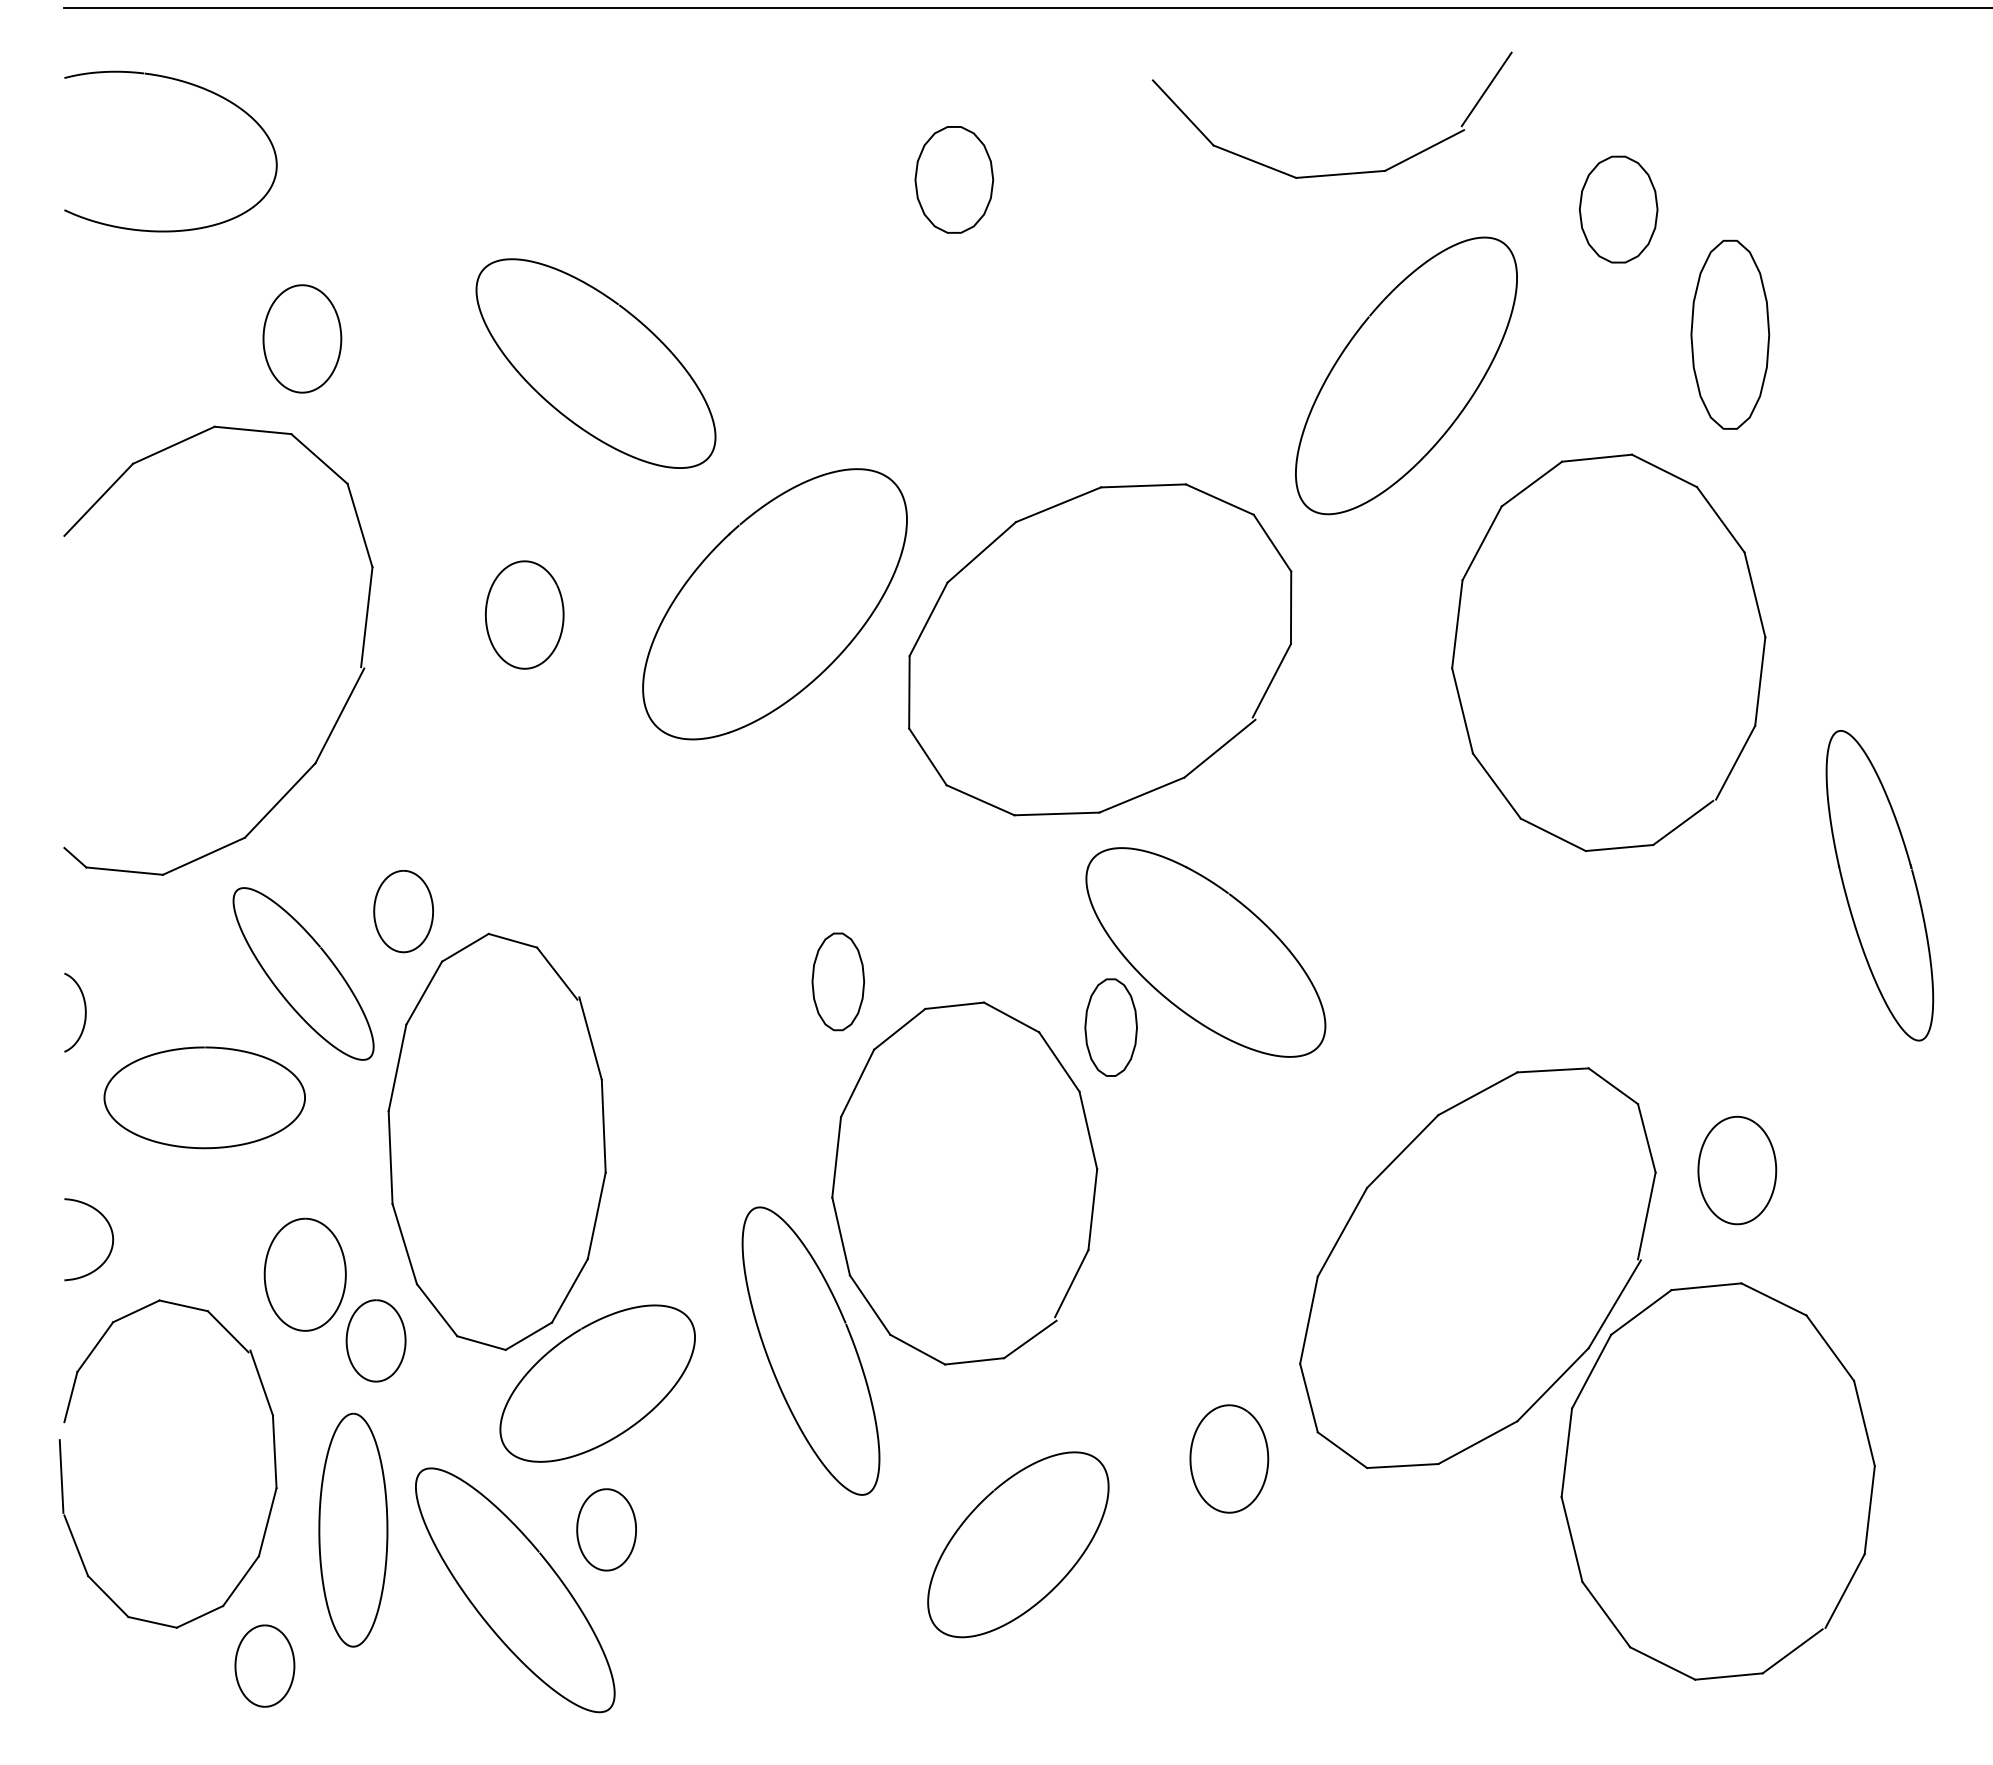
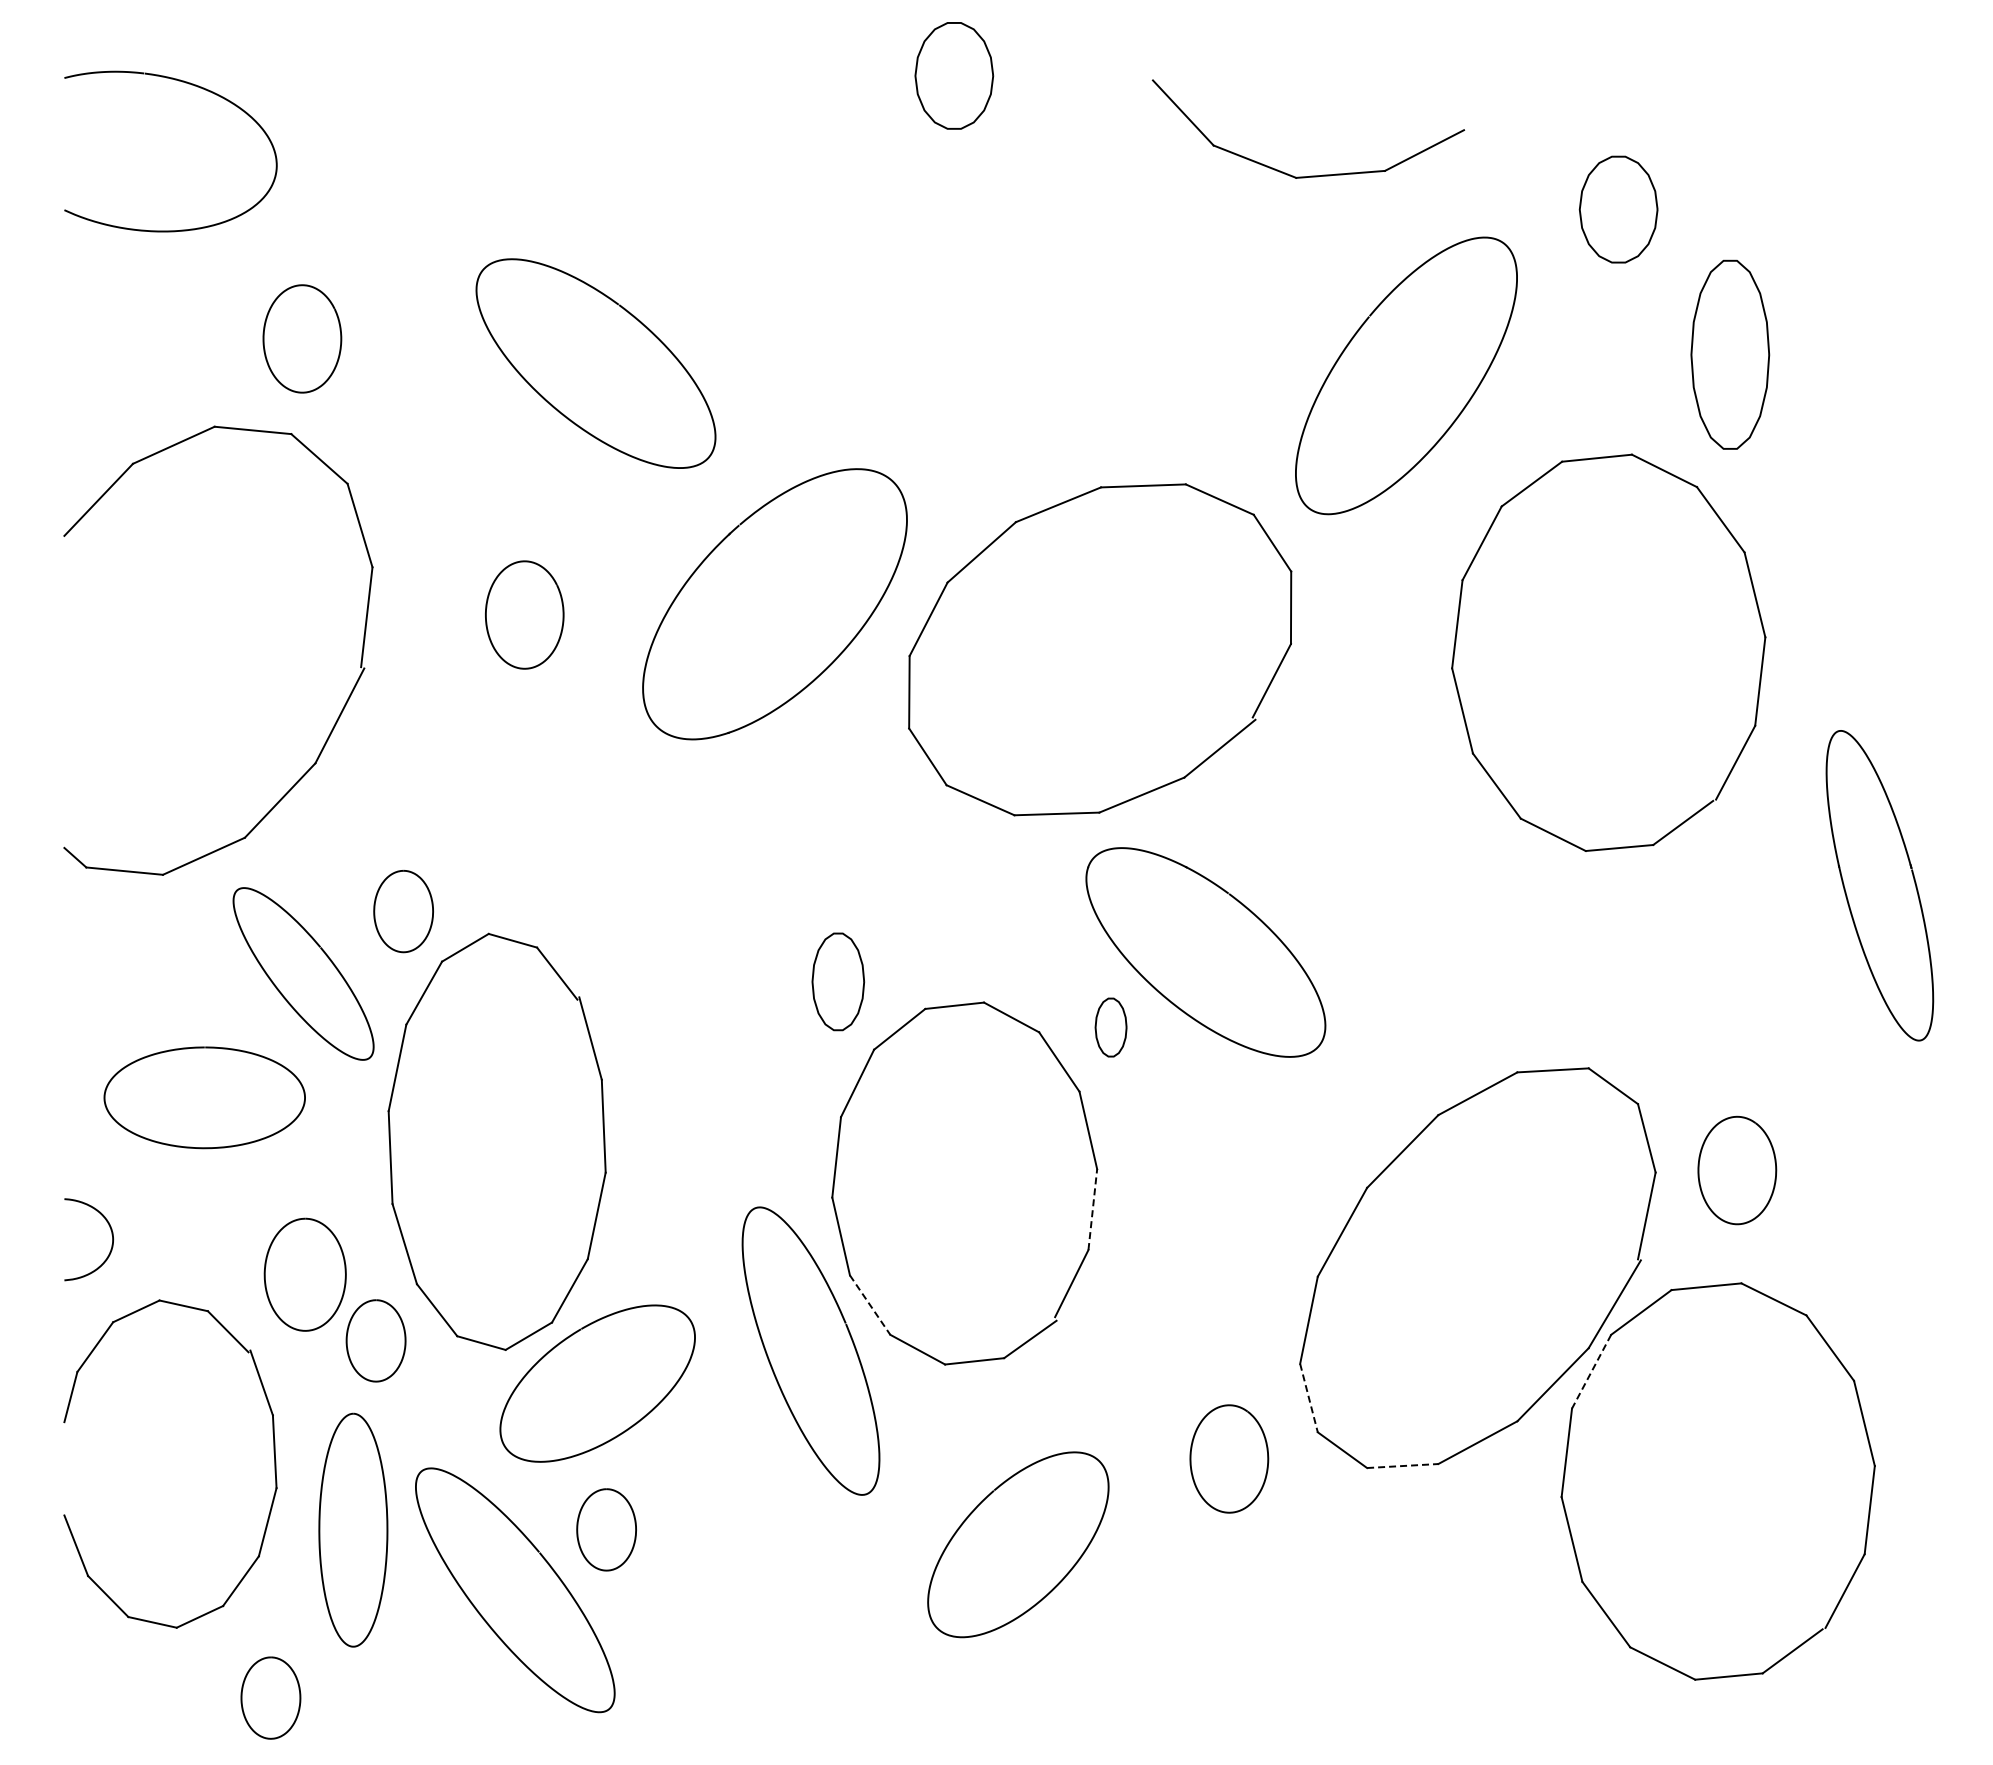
line at (1026, 8): present -> none
line at (1486, 89): present -> none
part at (954, 179) position: (954, 179) -> (954, 75)
part at (1730, 334) position: (1730, 334) -> (1730, 354)
curve at (84, 1011): present -> none
part at (1110, 1027) size: 54x99 px -> 34x61 px
line at (1092, 1209): solid -> dashed
line at (870, 1305): solid -> dashed
line at (1591, 1371): solid -> dashed
line at (1309, 1398): solid -> dashed
line at (1402, 1466): solid -> dashed
line at (61, 1476): present -> none
curve at (236, 1665) position: (236, 1665) -> (242, 1697)
